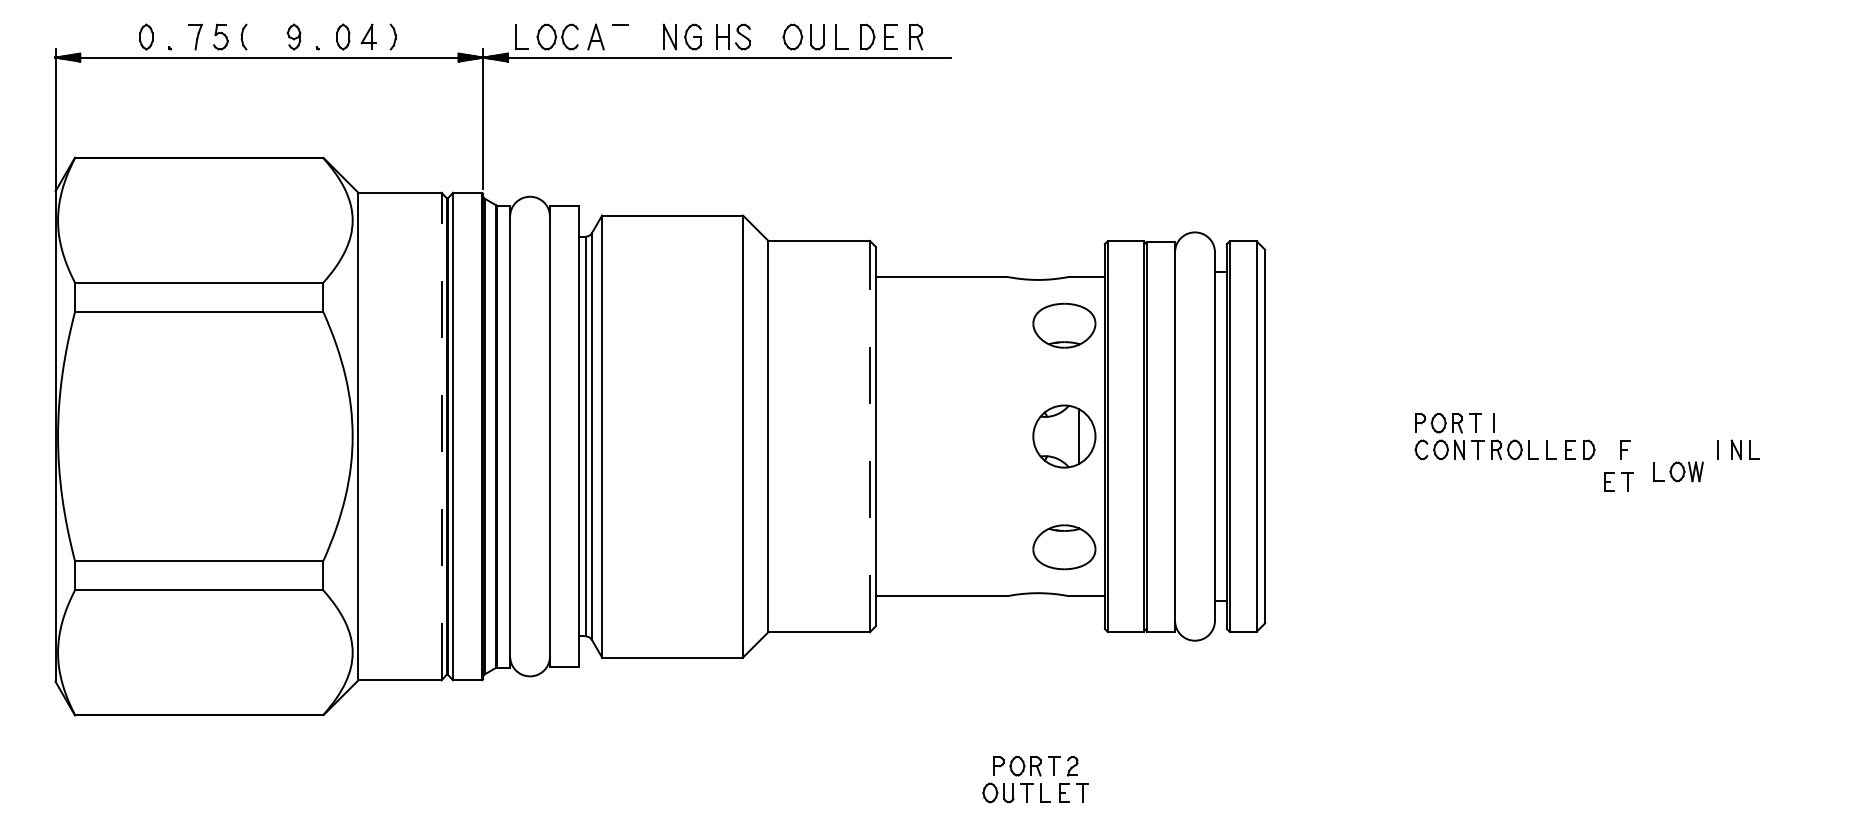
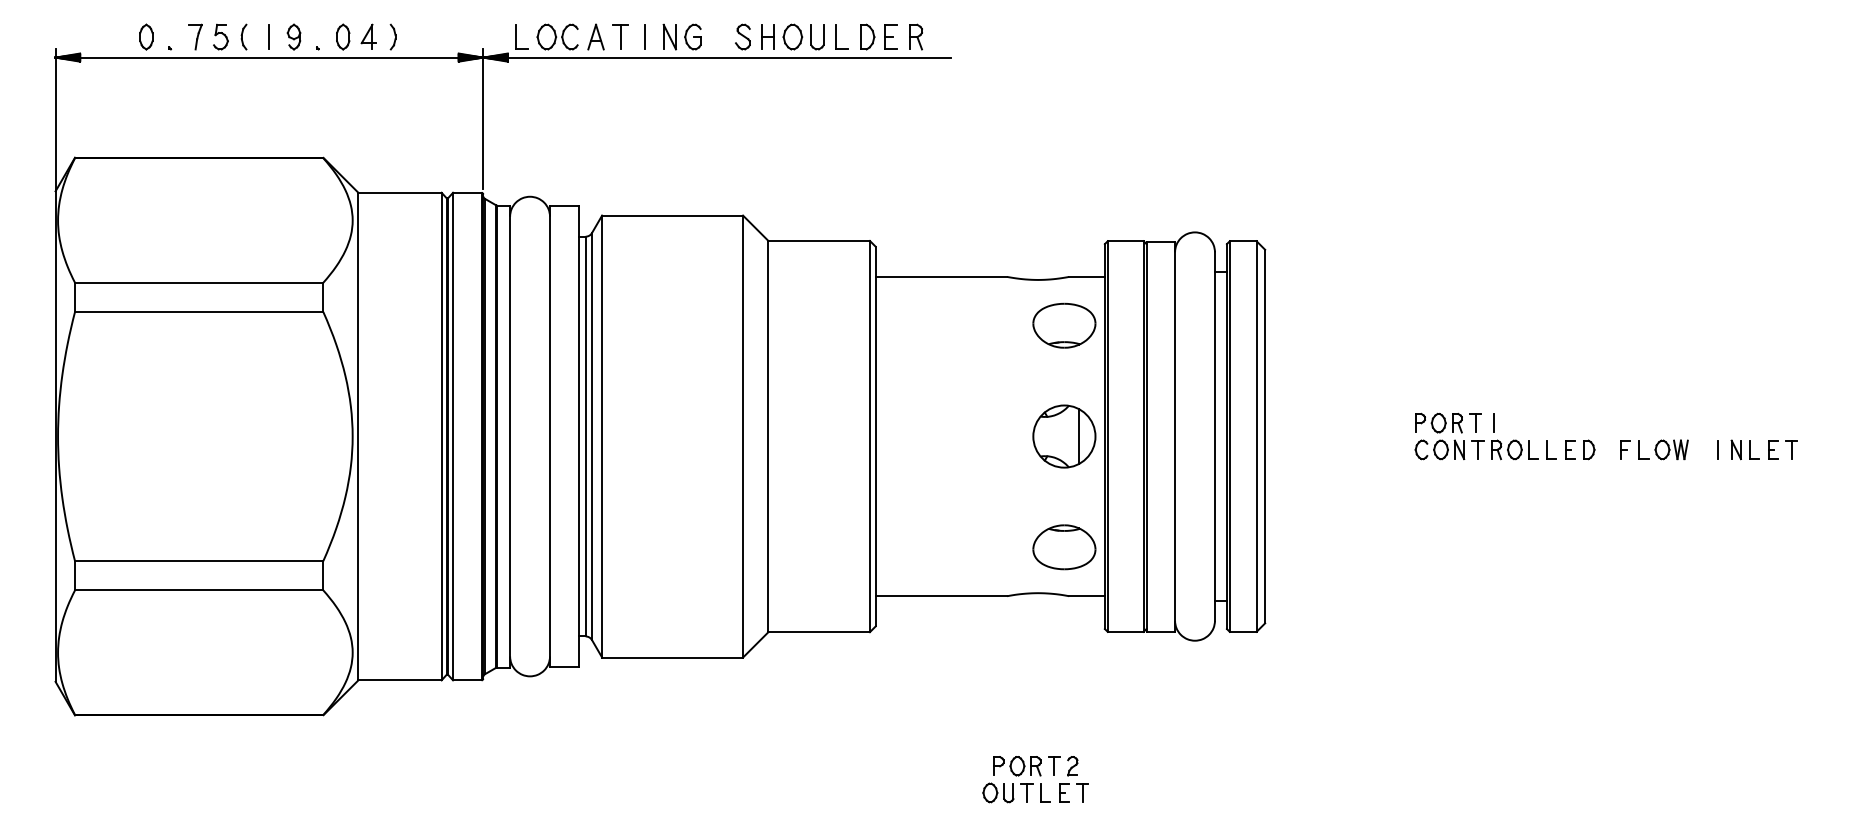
line at (269, 36): none -> present
line at (620, 36): none -> present
line at (645, 36): none -> present
part at (722, 36) position: (722, 36) -> (767, 36)
line at (441, 436): dashed -> solid
line at (869, 436): dashed -> solid
part at (1678, 471) position: (1678, 471) -> (1663, 449)
part at (1610, 481) position: (1610, 481) -> (1774, 449)
